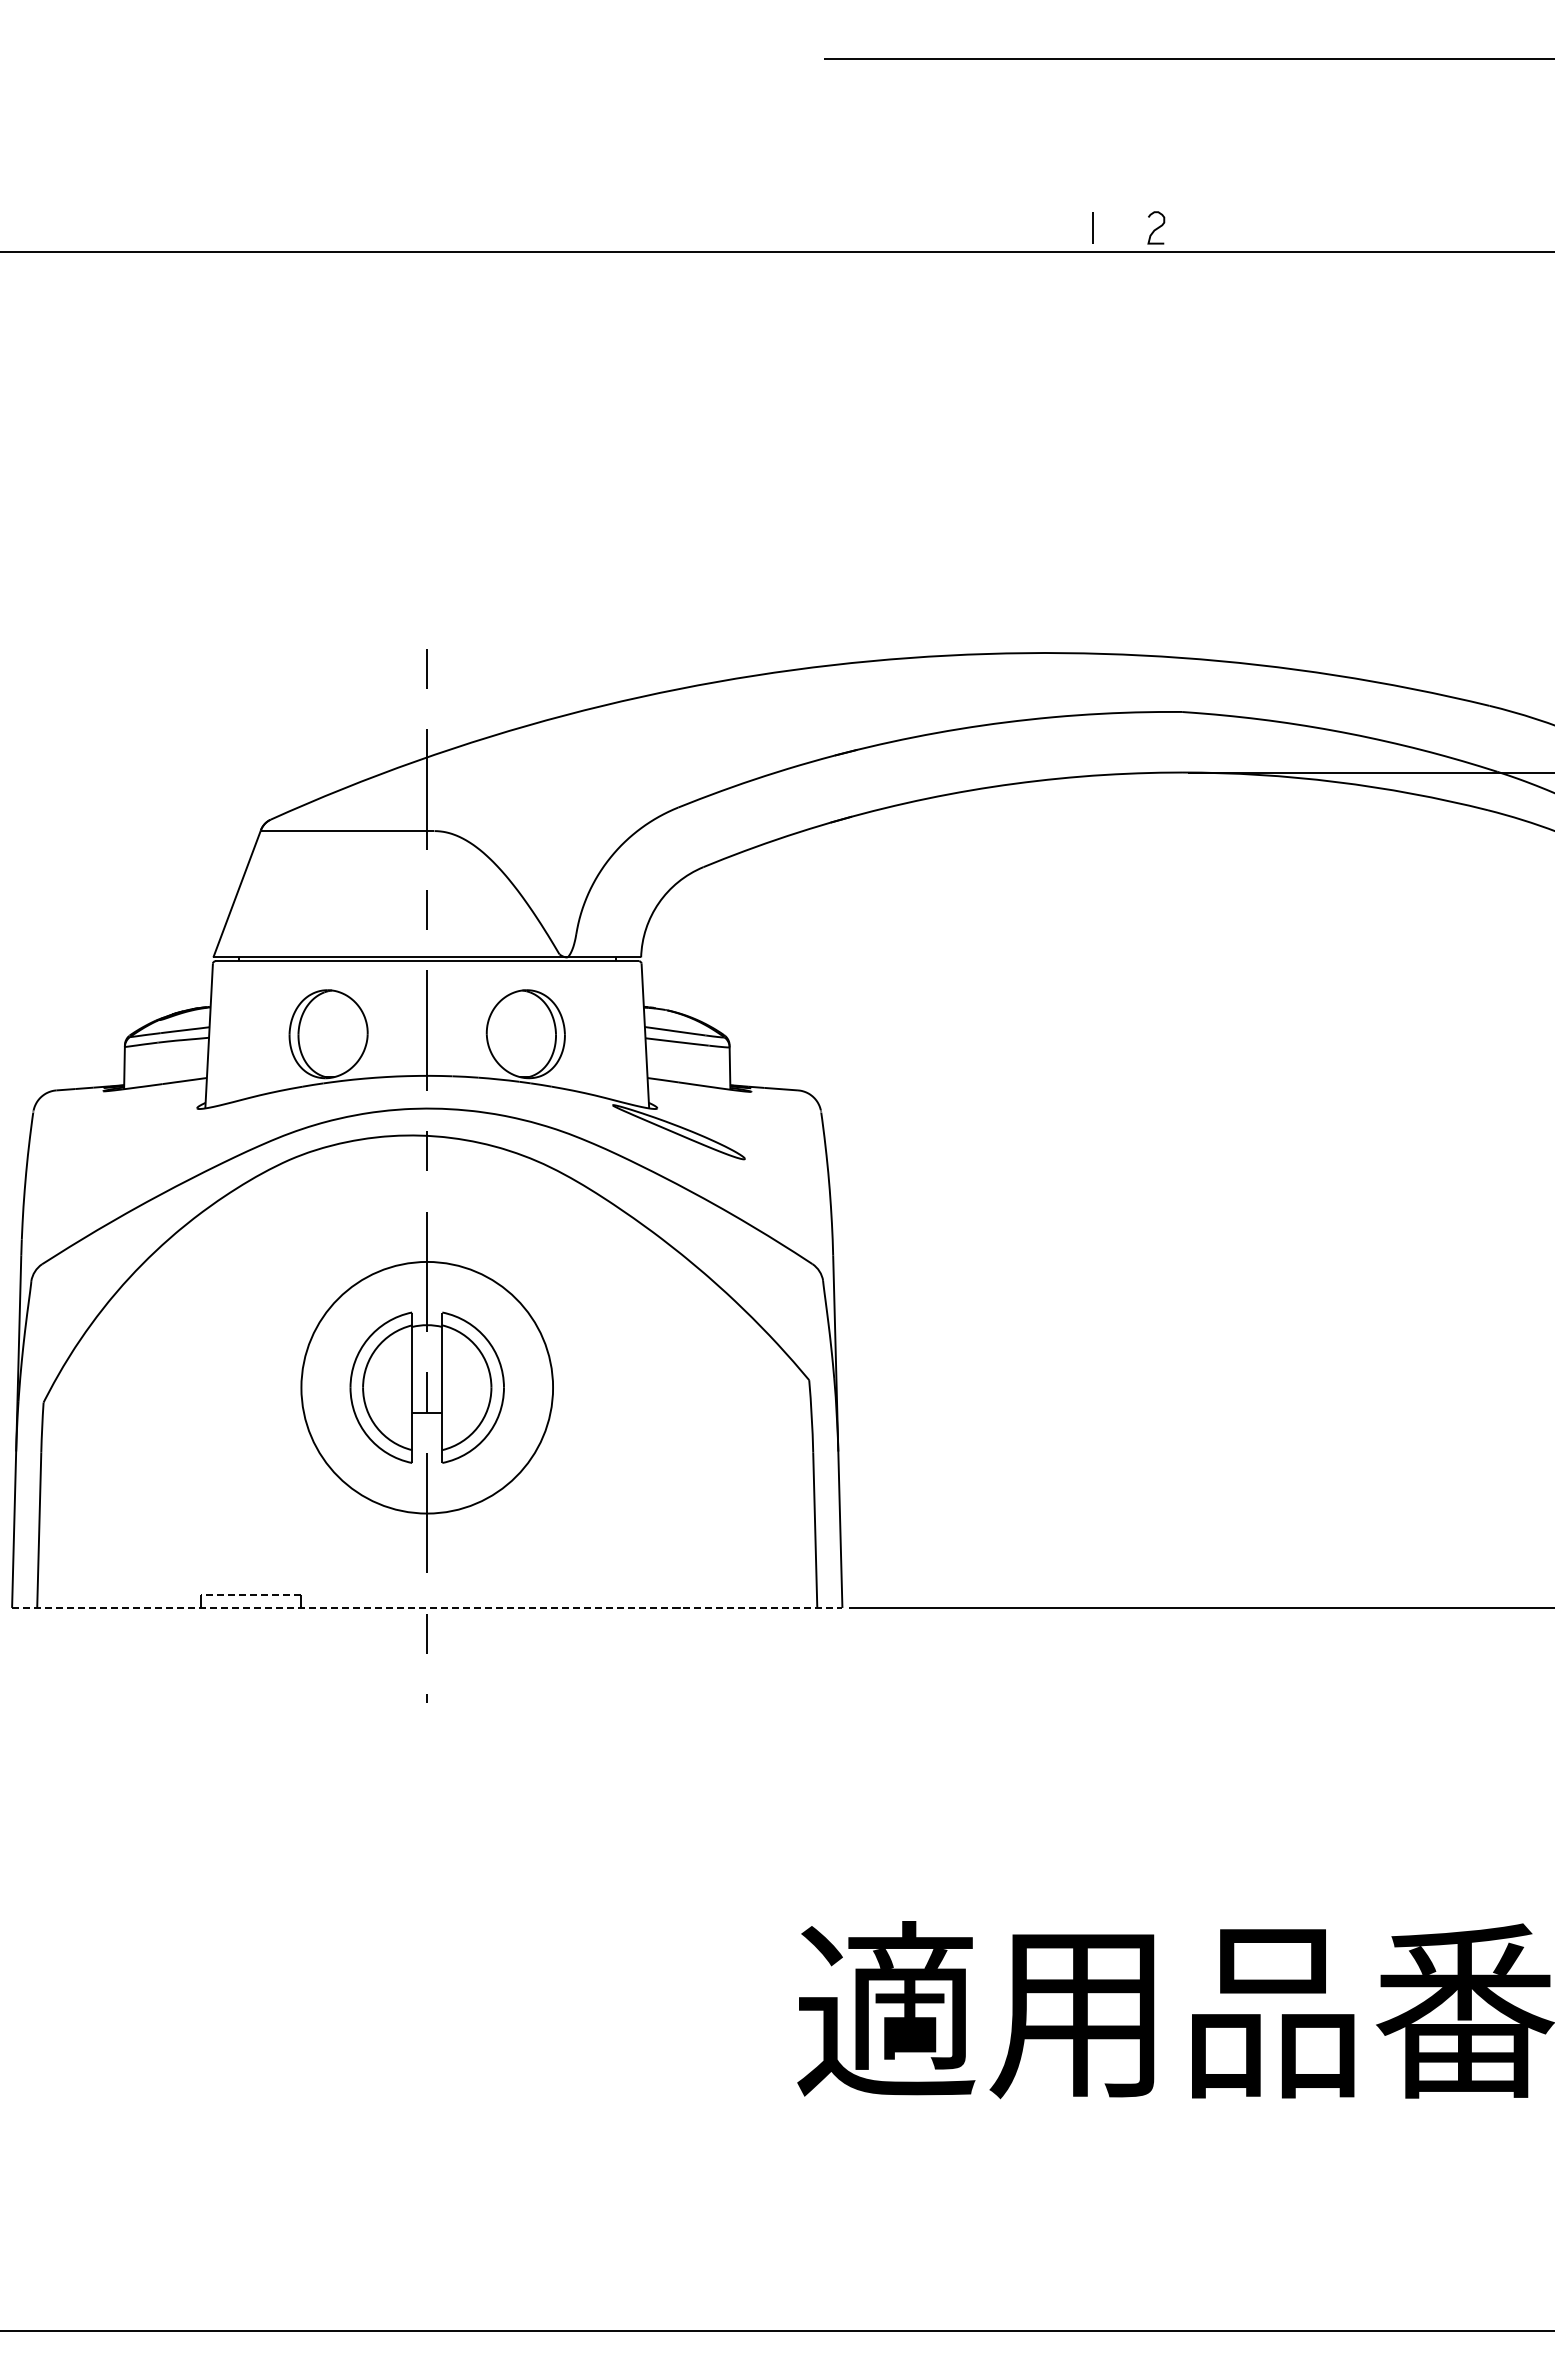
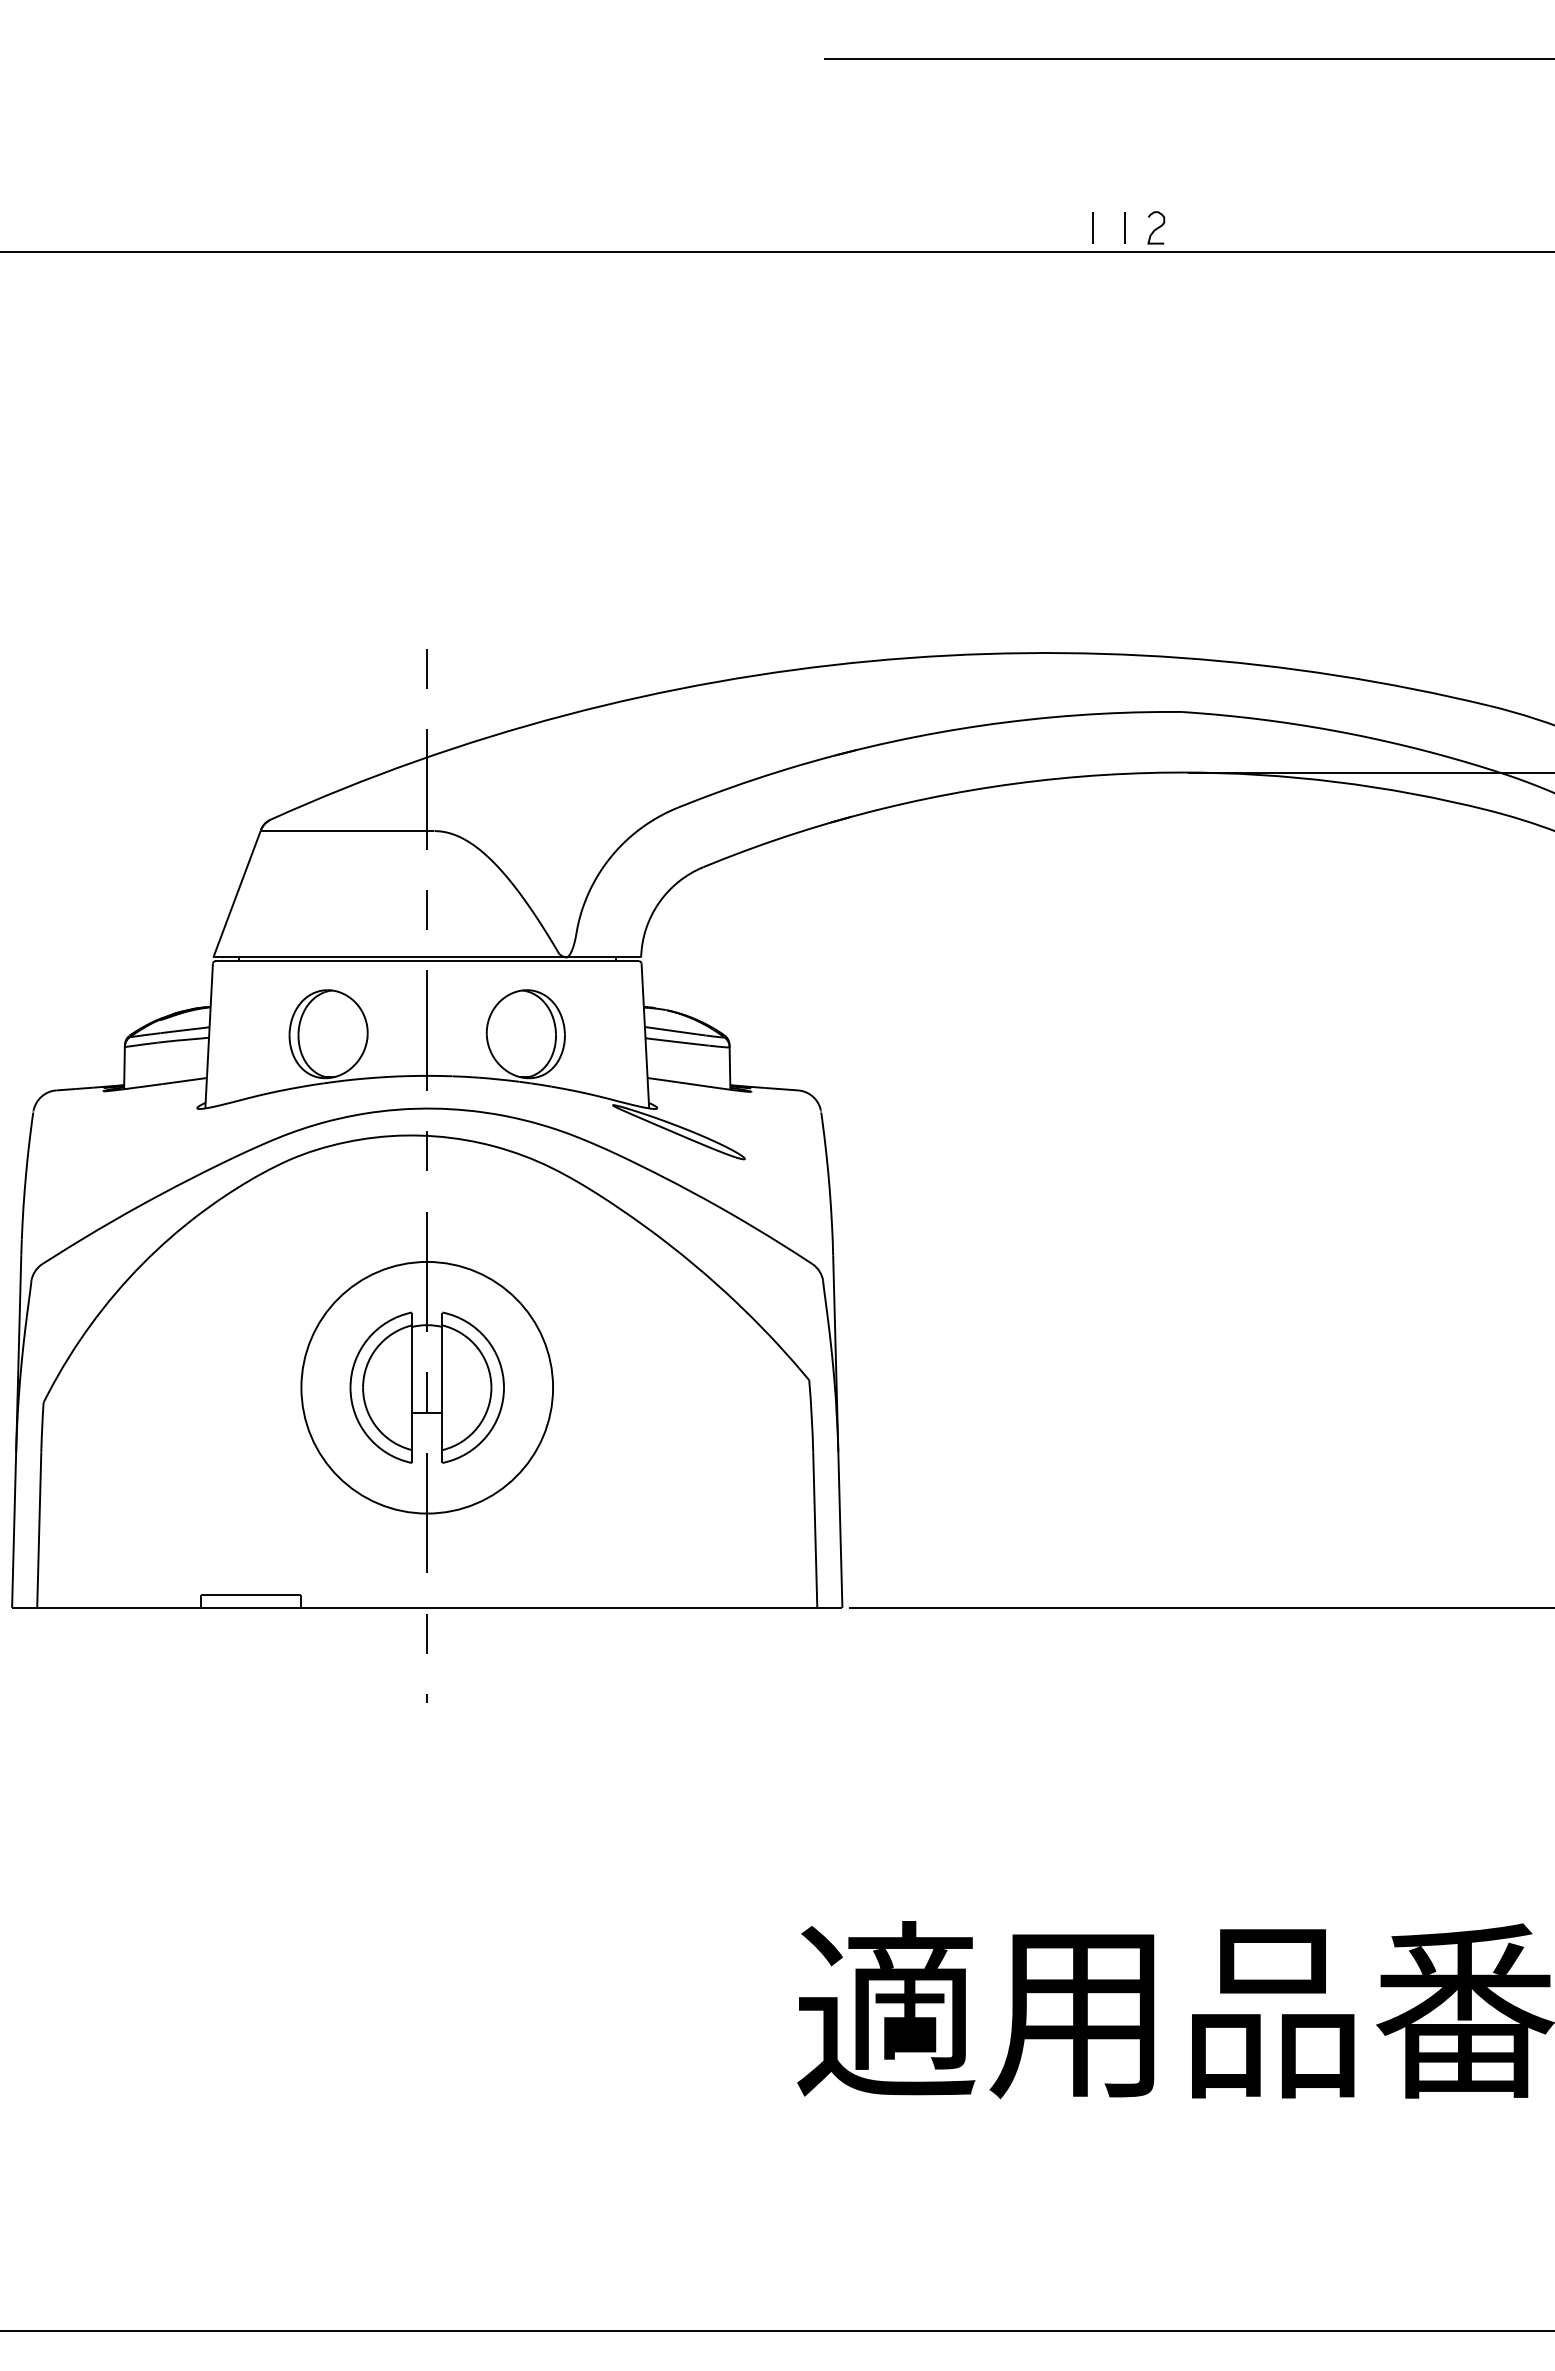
line at (1124, 227): none -> present
line at (250, 1595): dashed -> solid
line at (427, 1607): dashed -> solid
